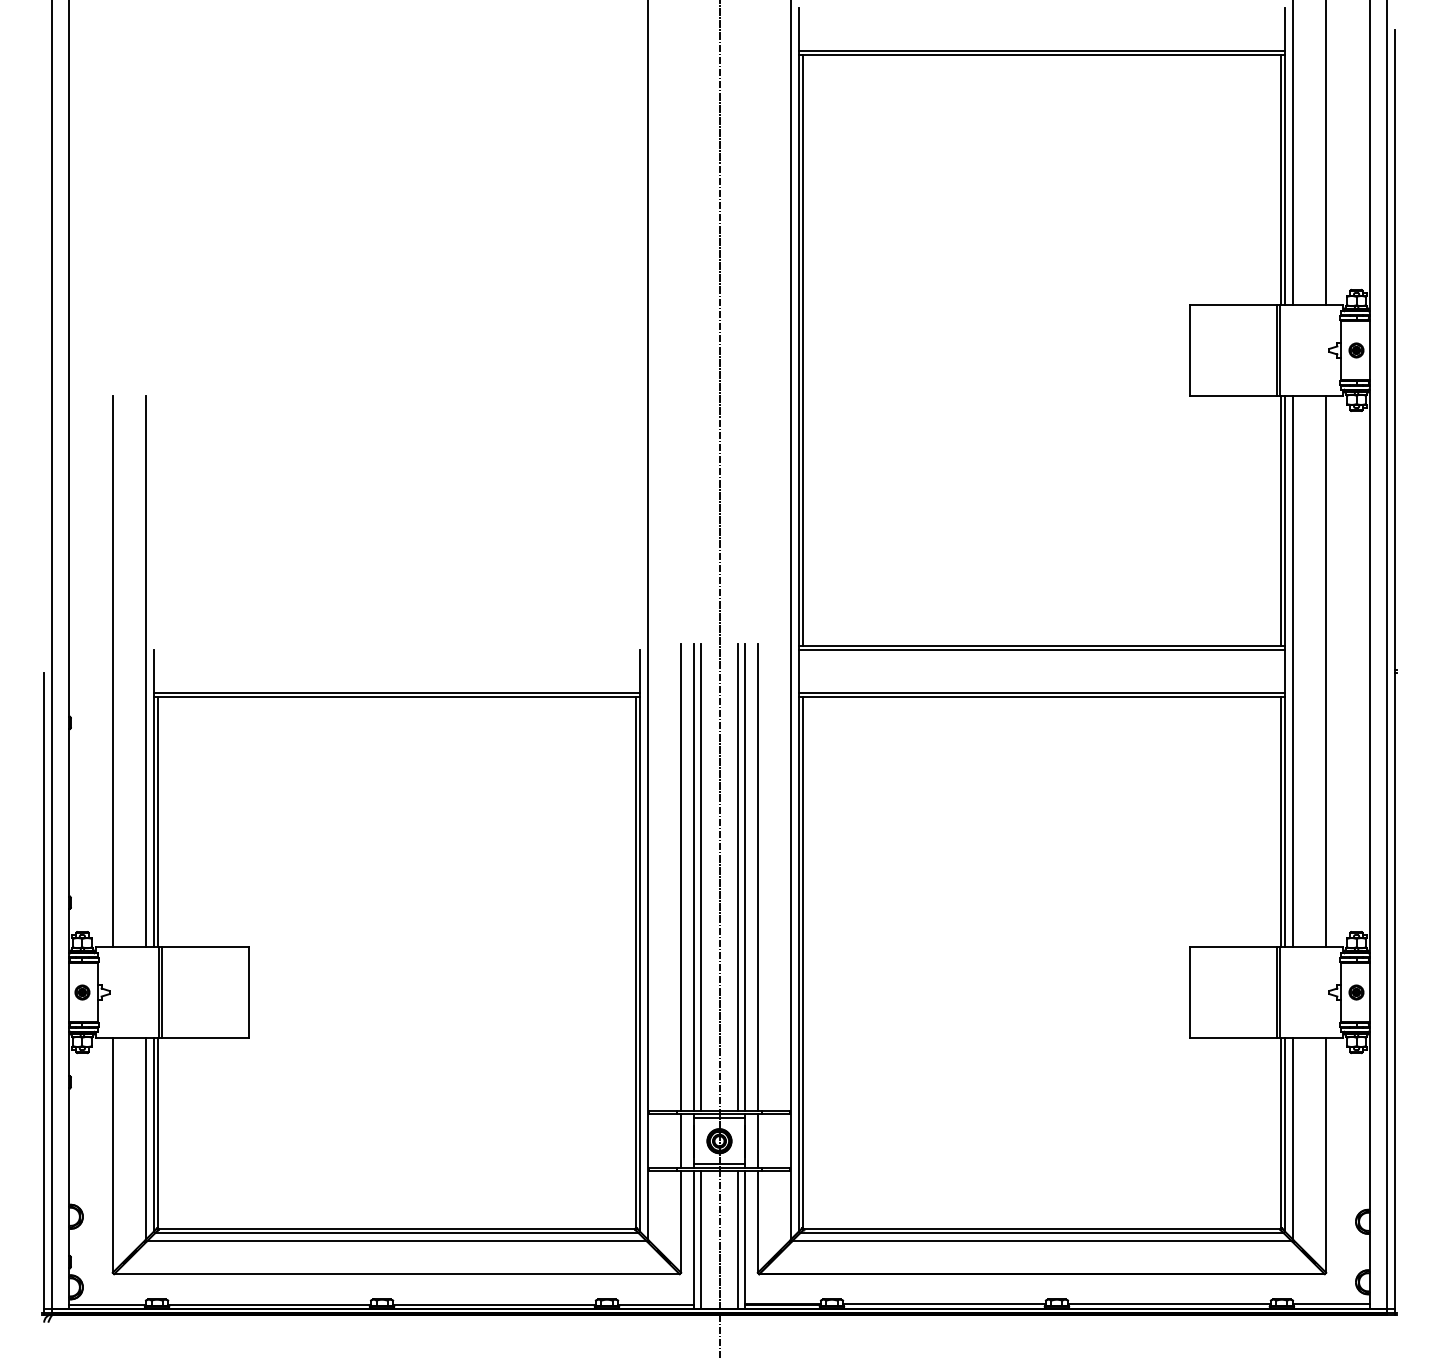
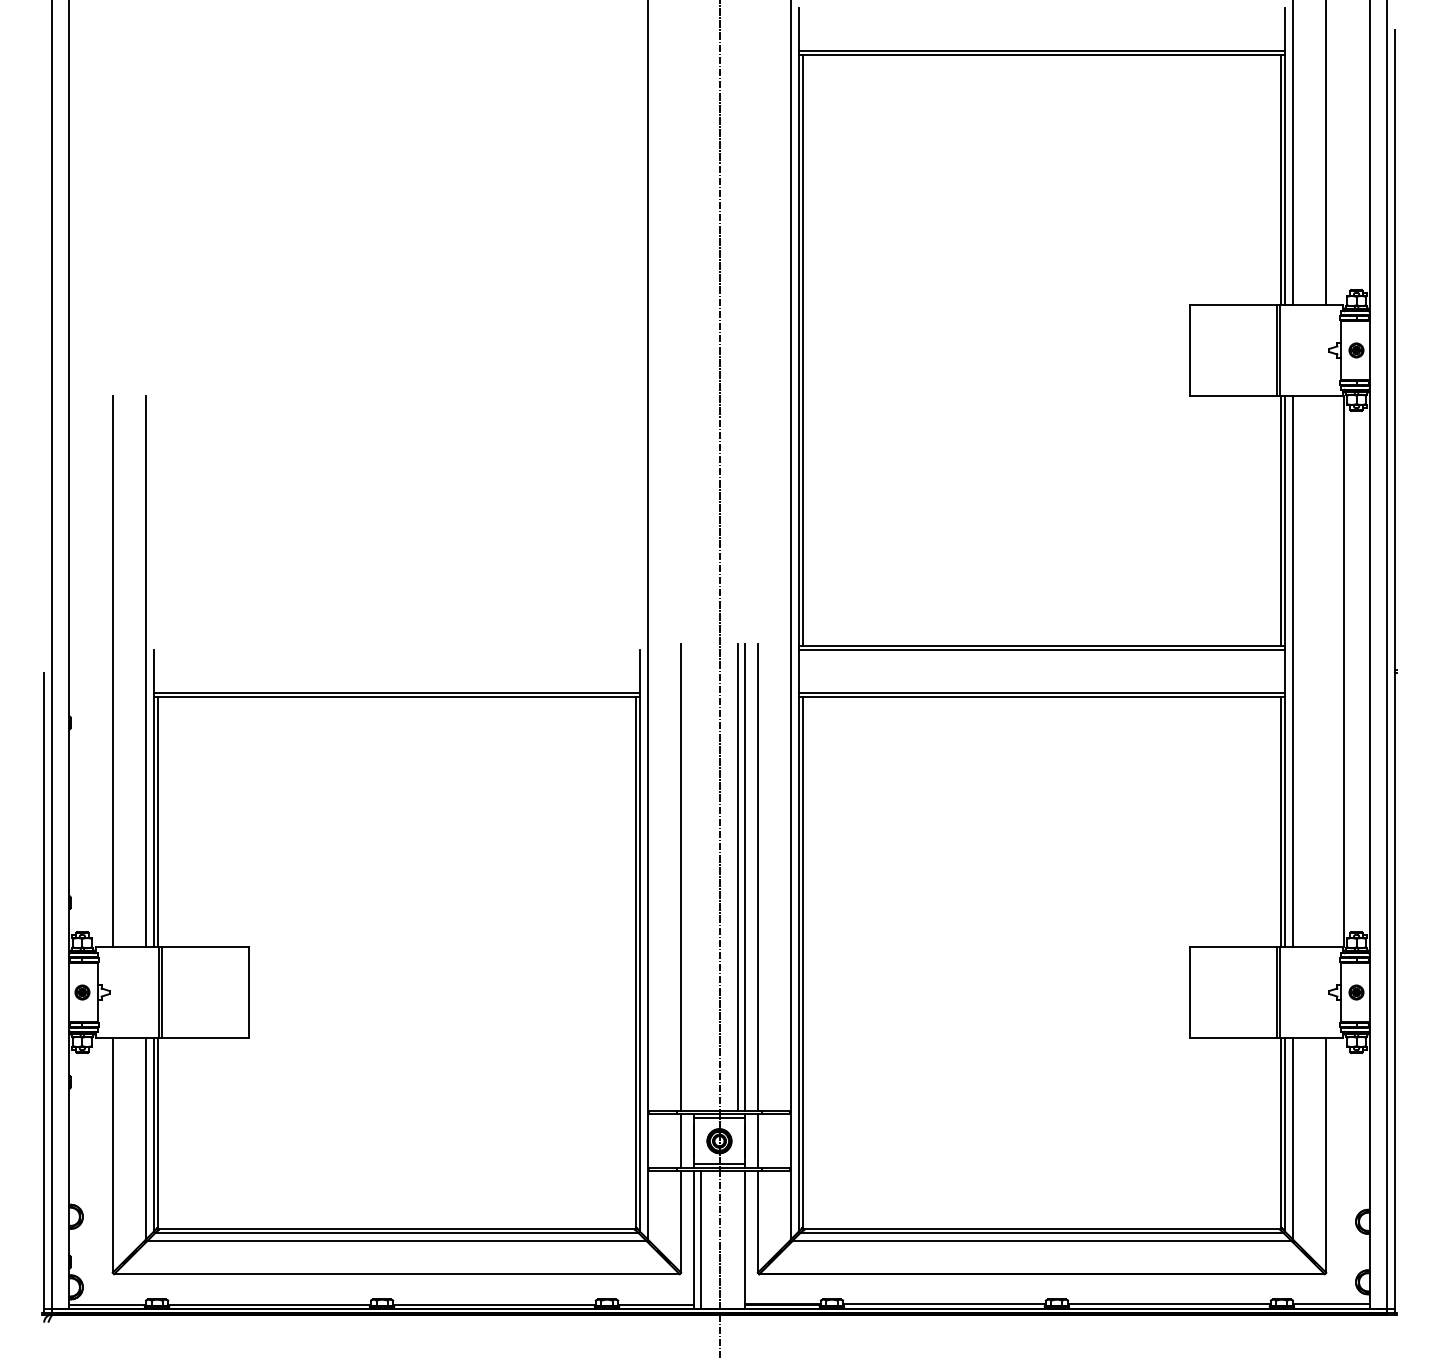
line at (1326, 671) position: (1326, 671) -> (1344, 671)
line at (694, 877): present -> none
line at (701, 877): present -> none
line at (737, 1239): present -> none
